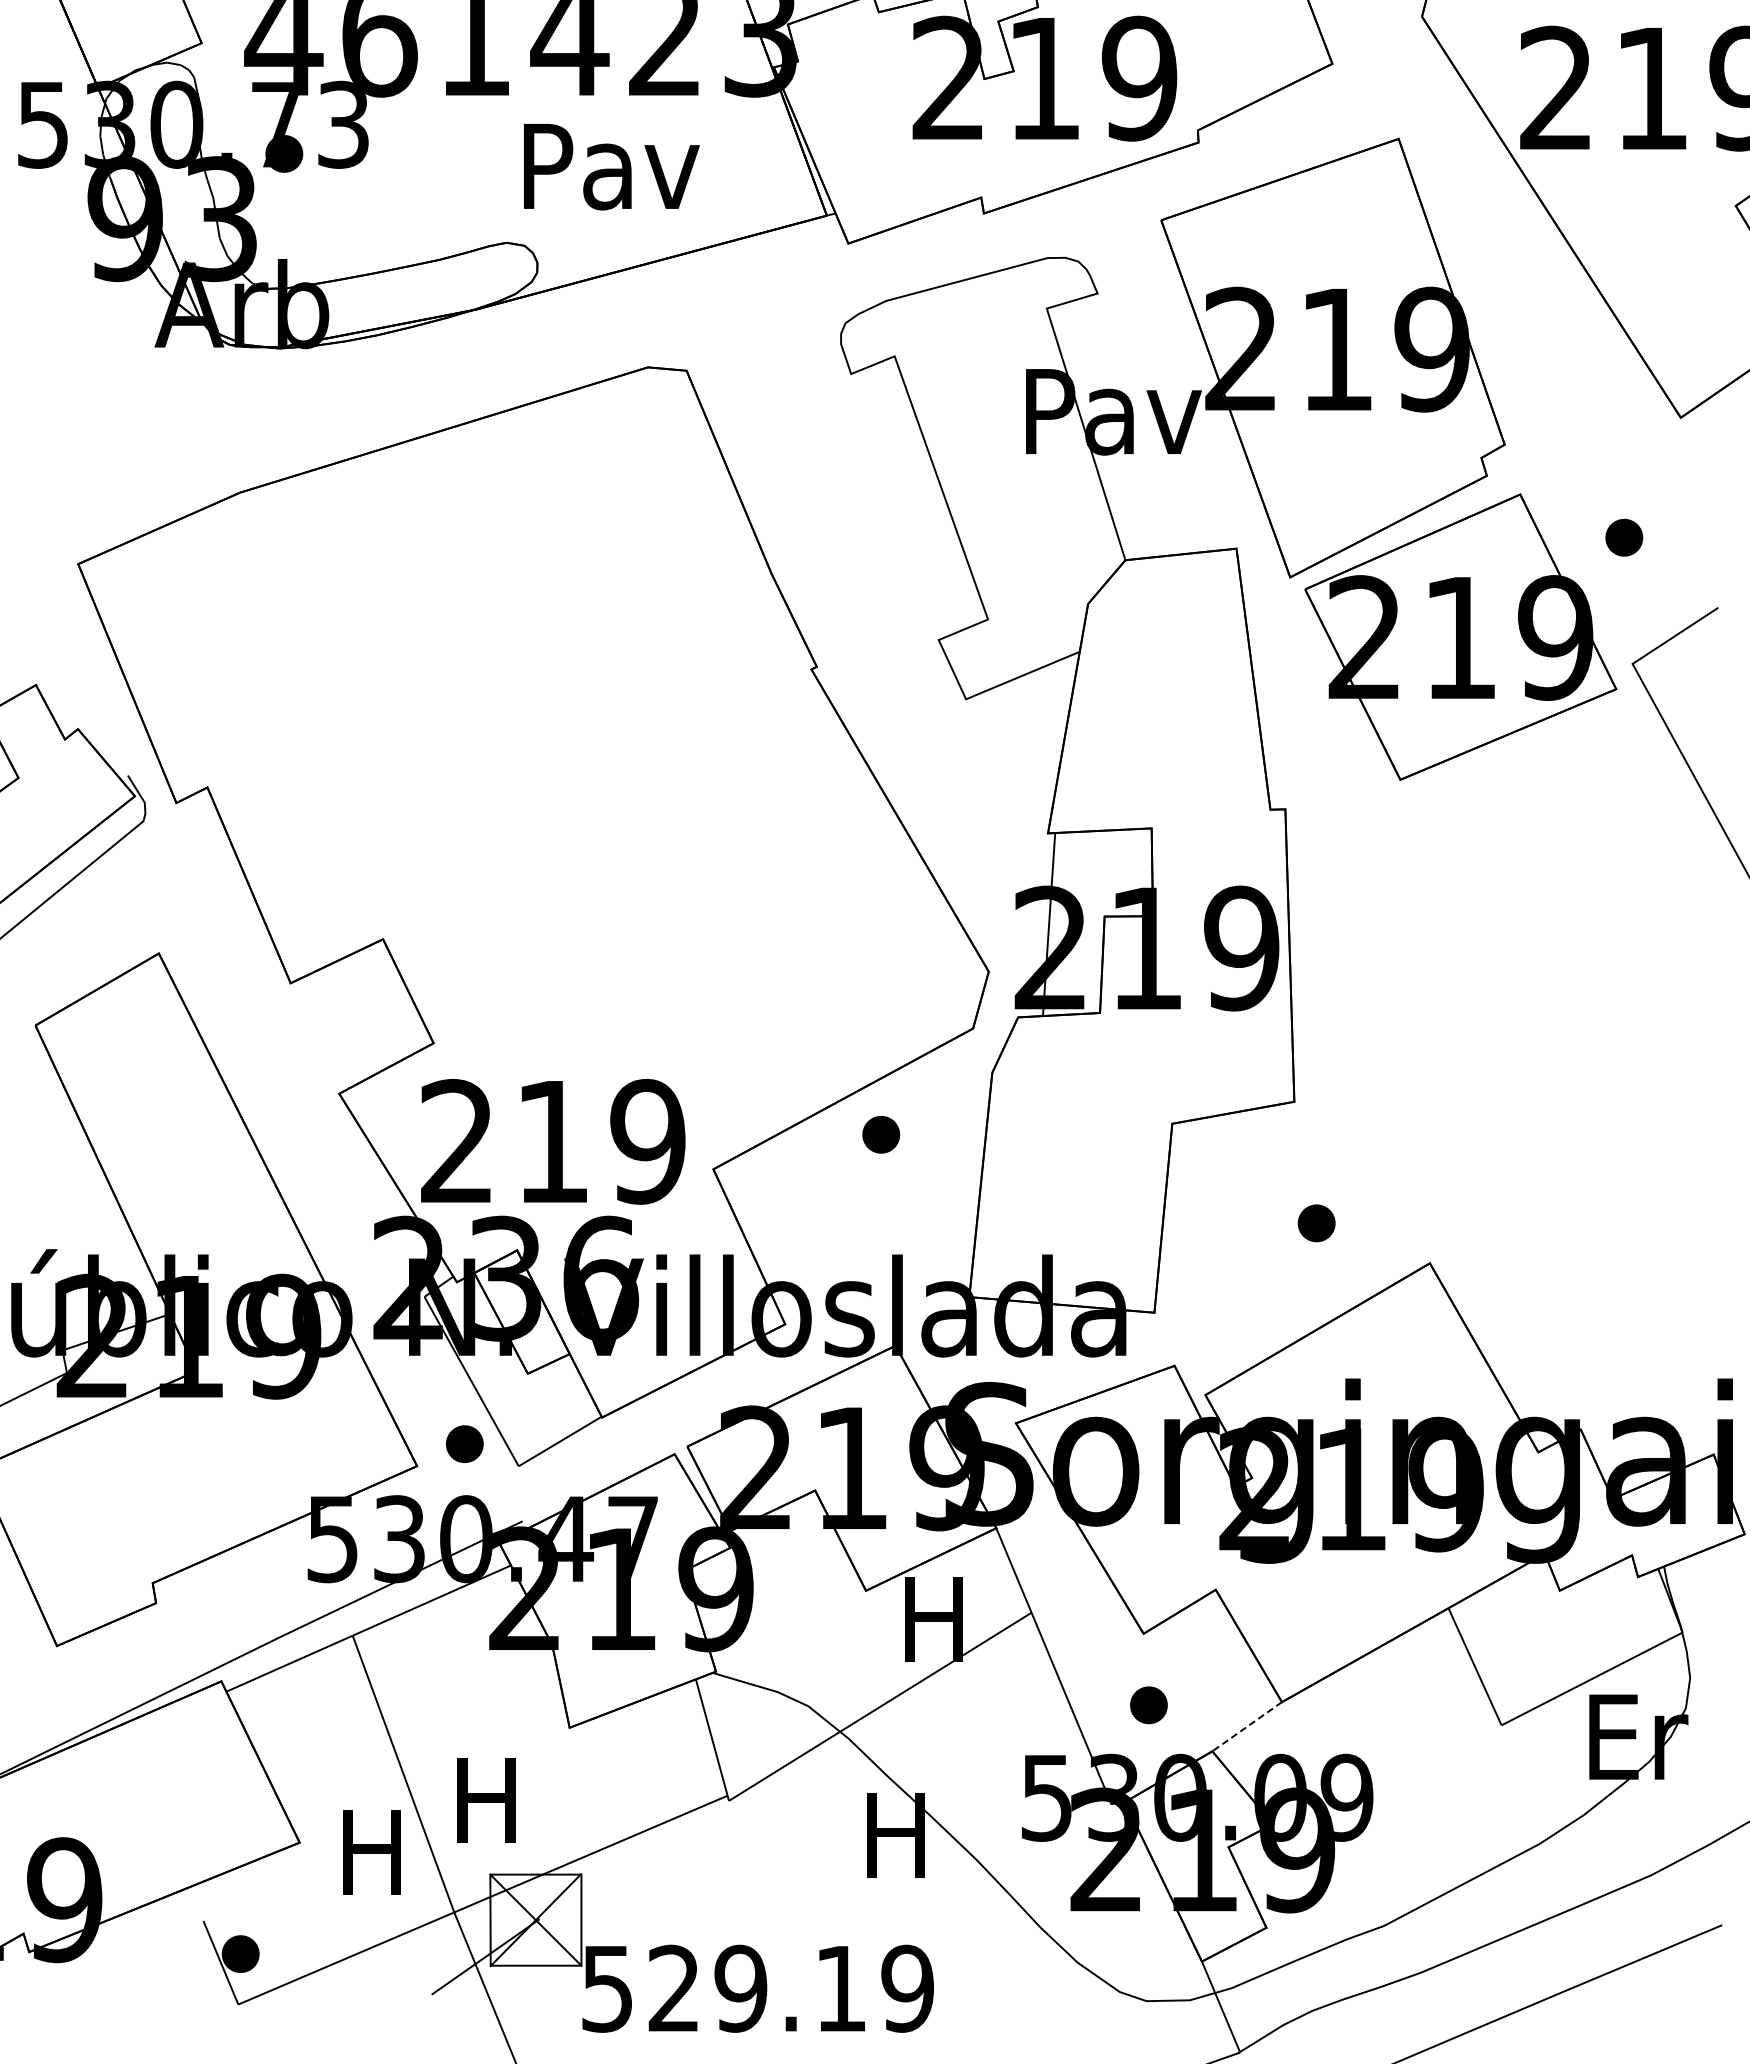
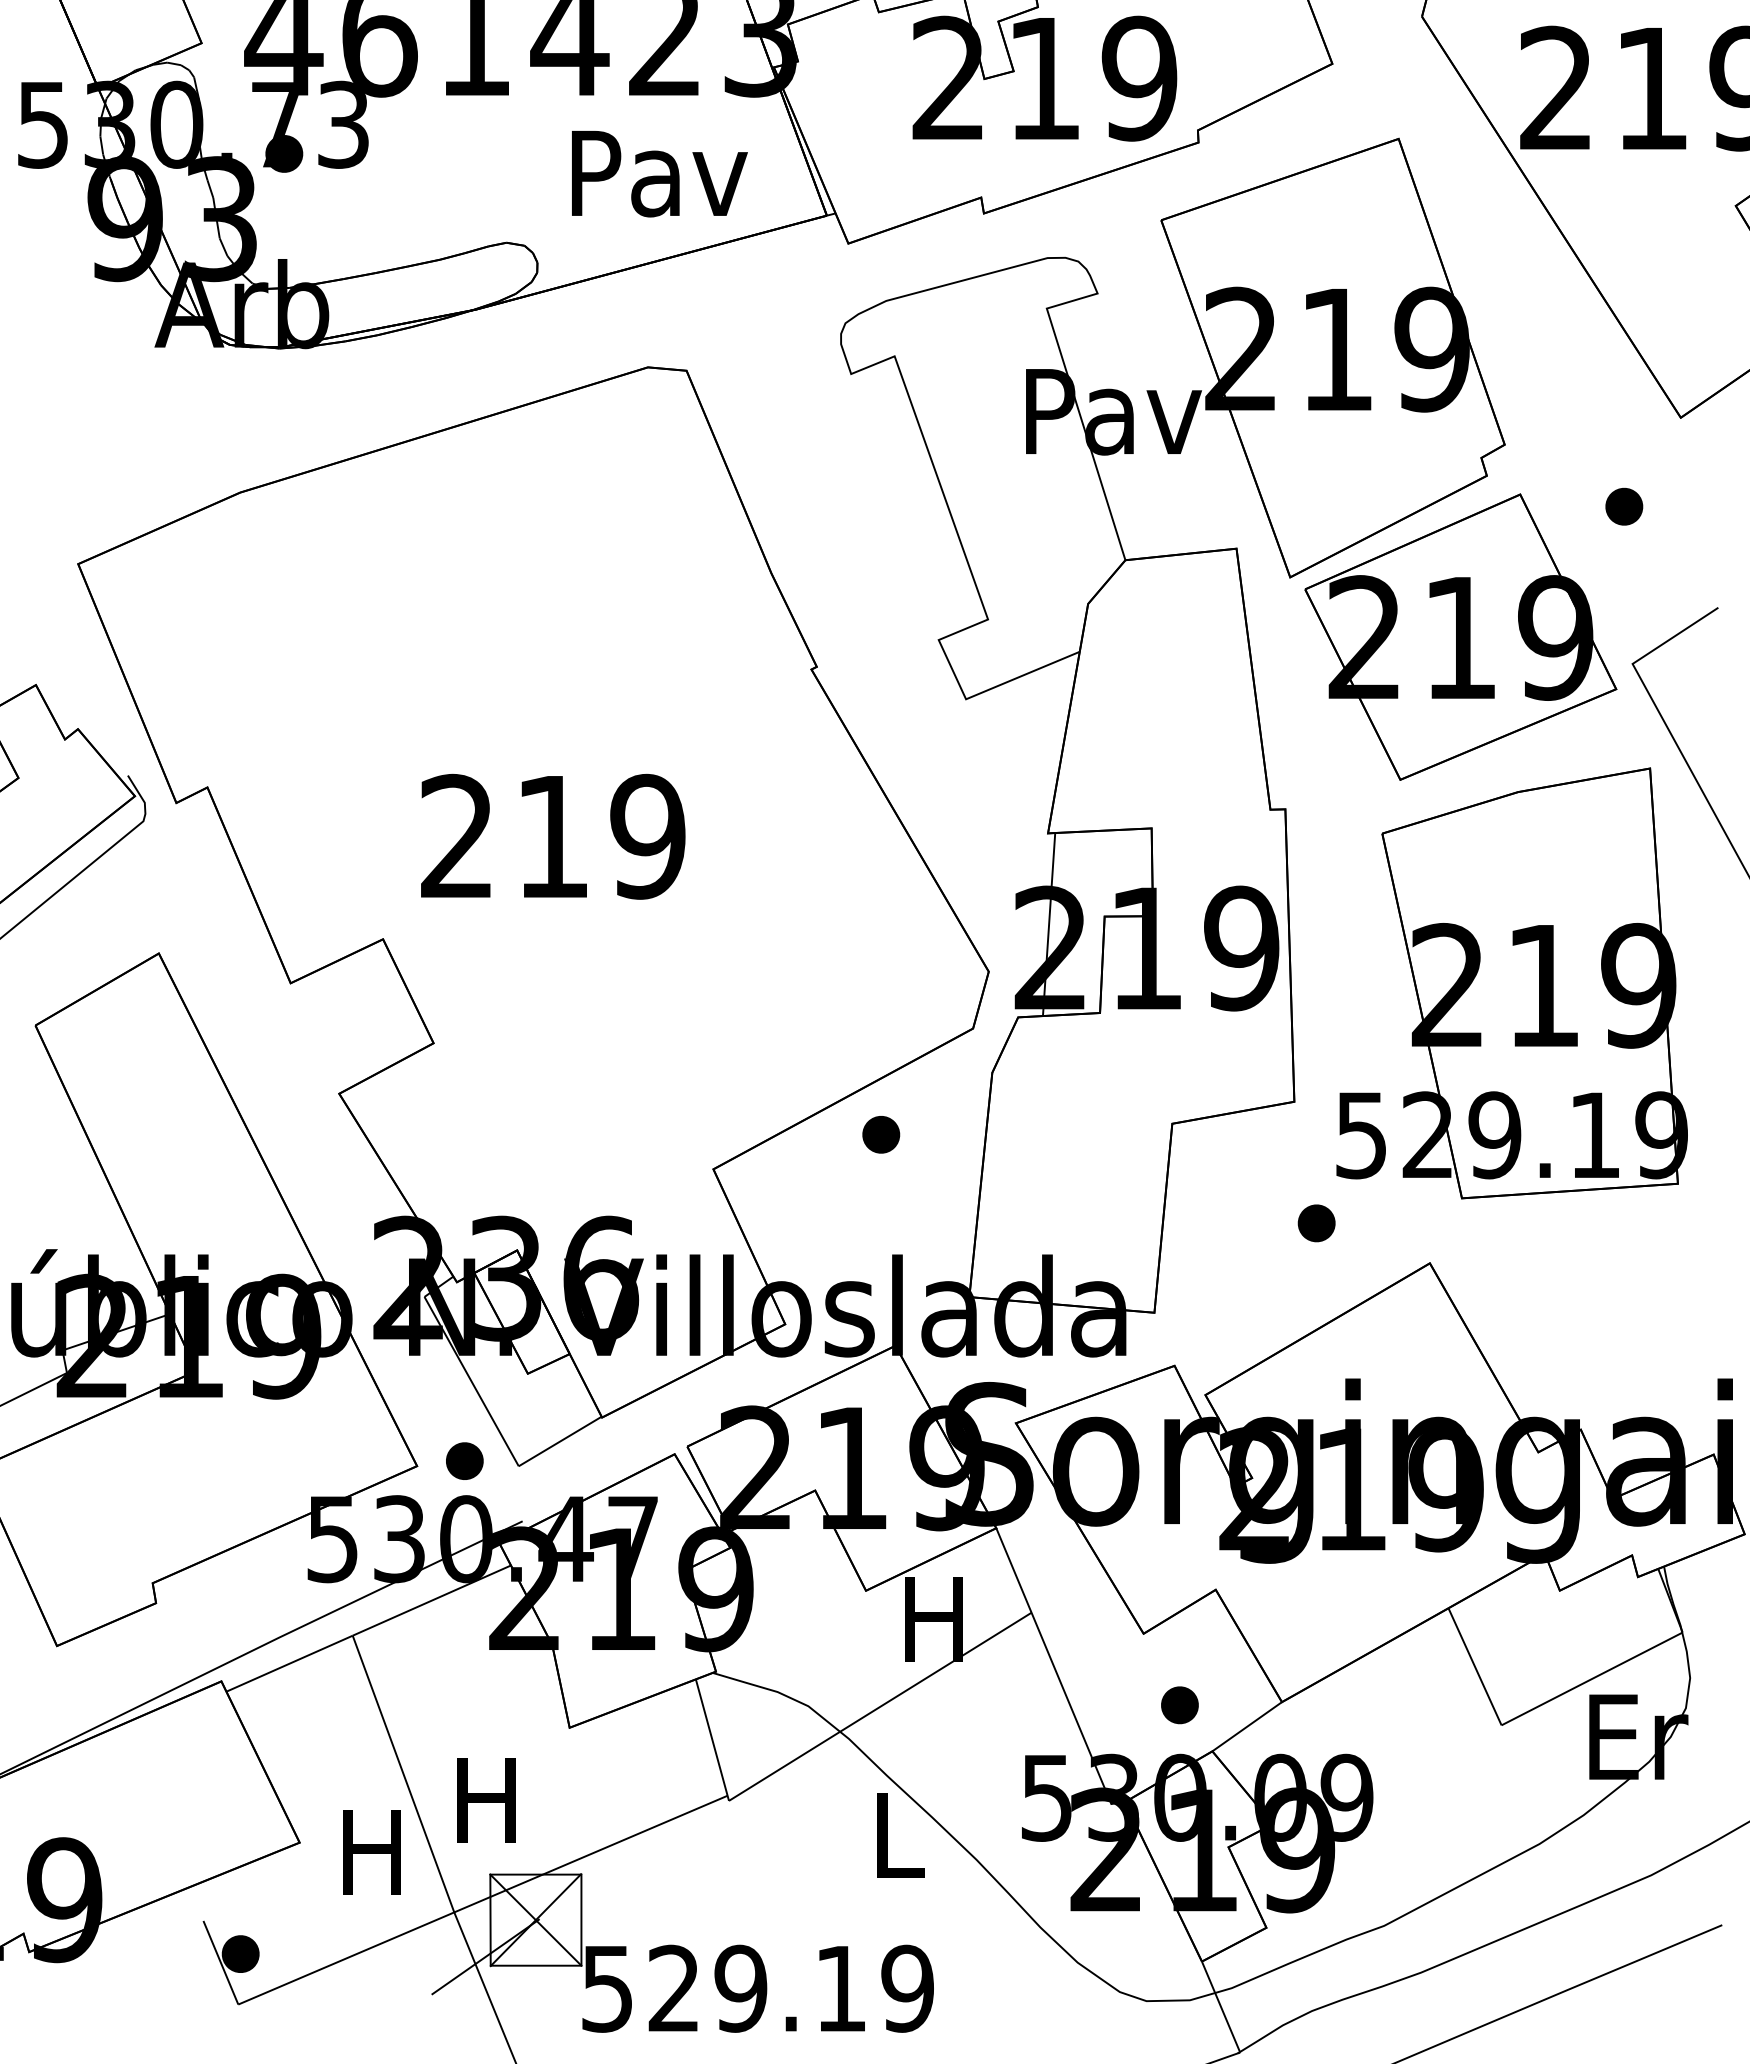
text at (611, 167) position: (611, 167) -> (659, 174)
part at (1624, 537) position: (1624, 537) -> (1624, 506)
part at (1511, 983): none -> present
text at (553, 1141) position: (553, 1141) -> (553, 836)
part at (464, 1443) position: (464, 1443) -> (464, 1460)
part at (1148, 1705) position: (1148, 1705) -> (1179, 1705)
line at (1247, 1726): dashed -> solid
text at (895, 1835): H -> L
